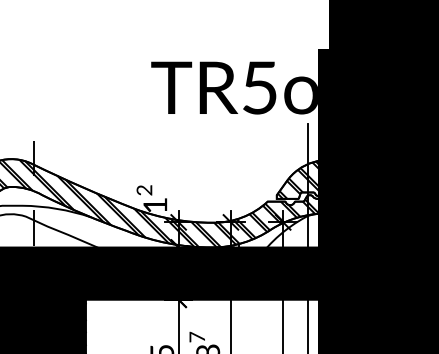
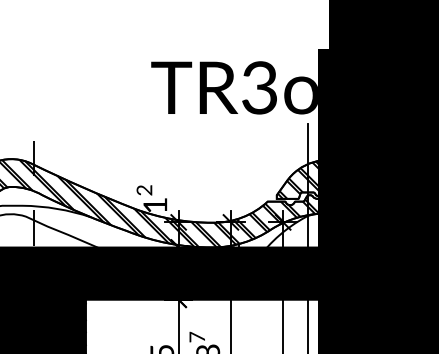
text at (259, 87): TR5o -> TR3o
